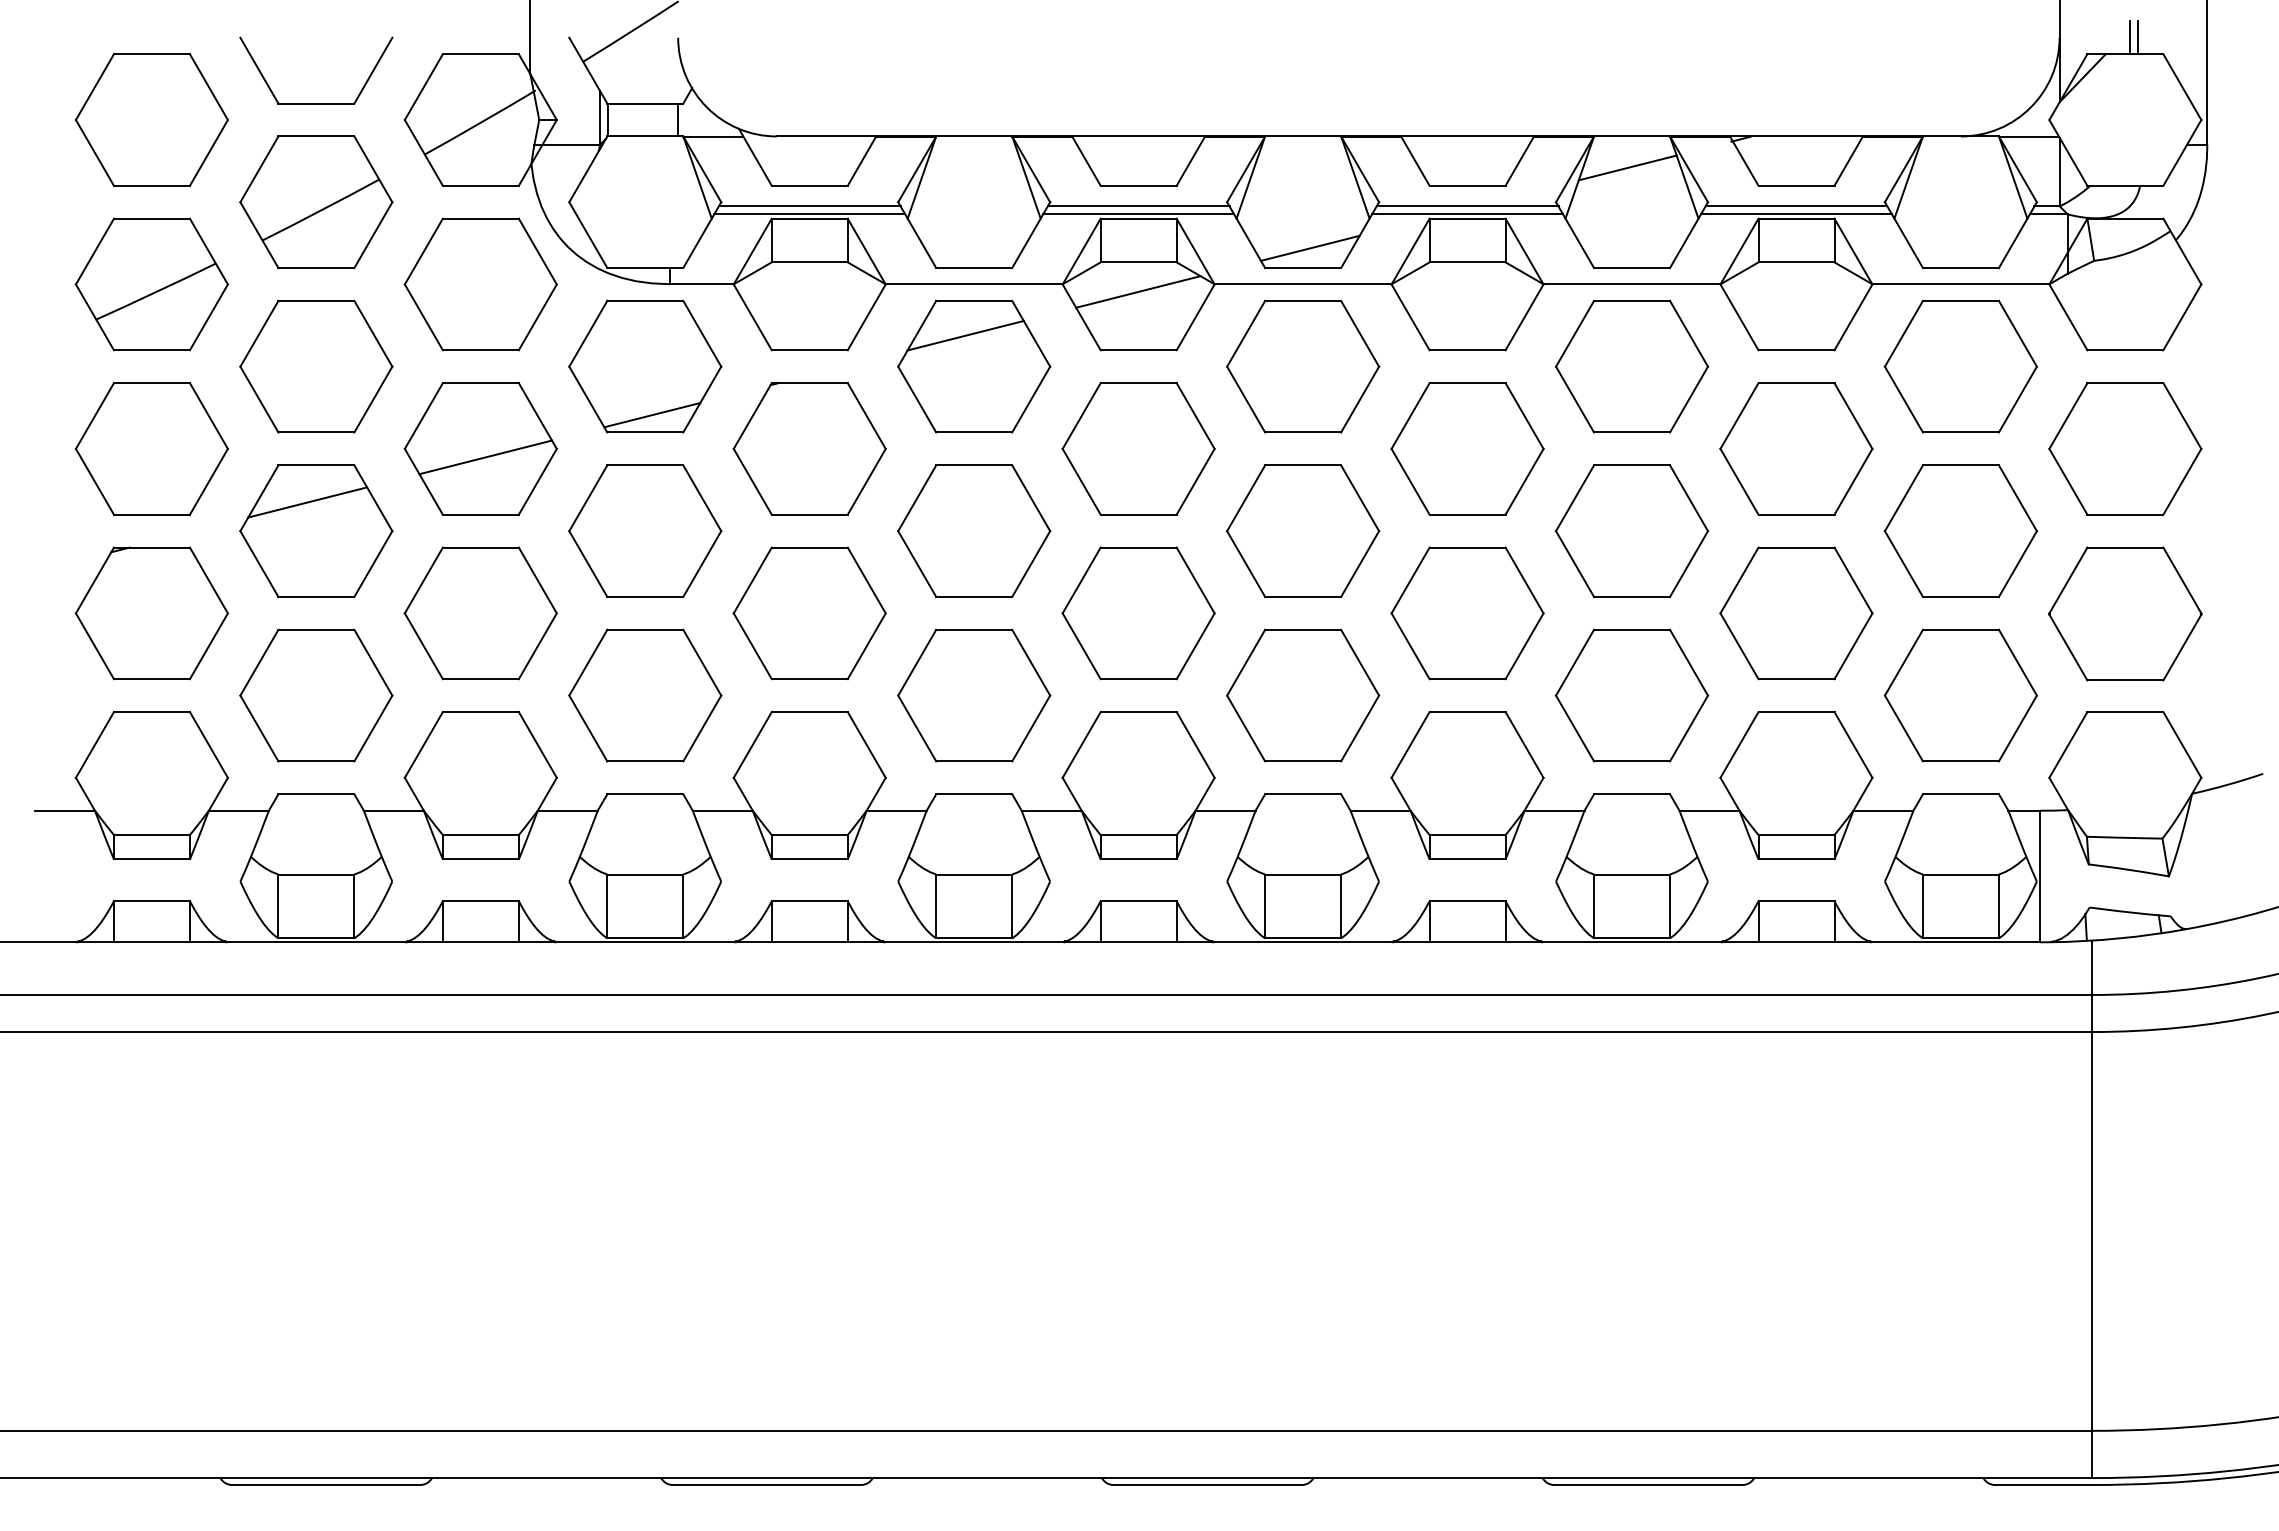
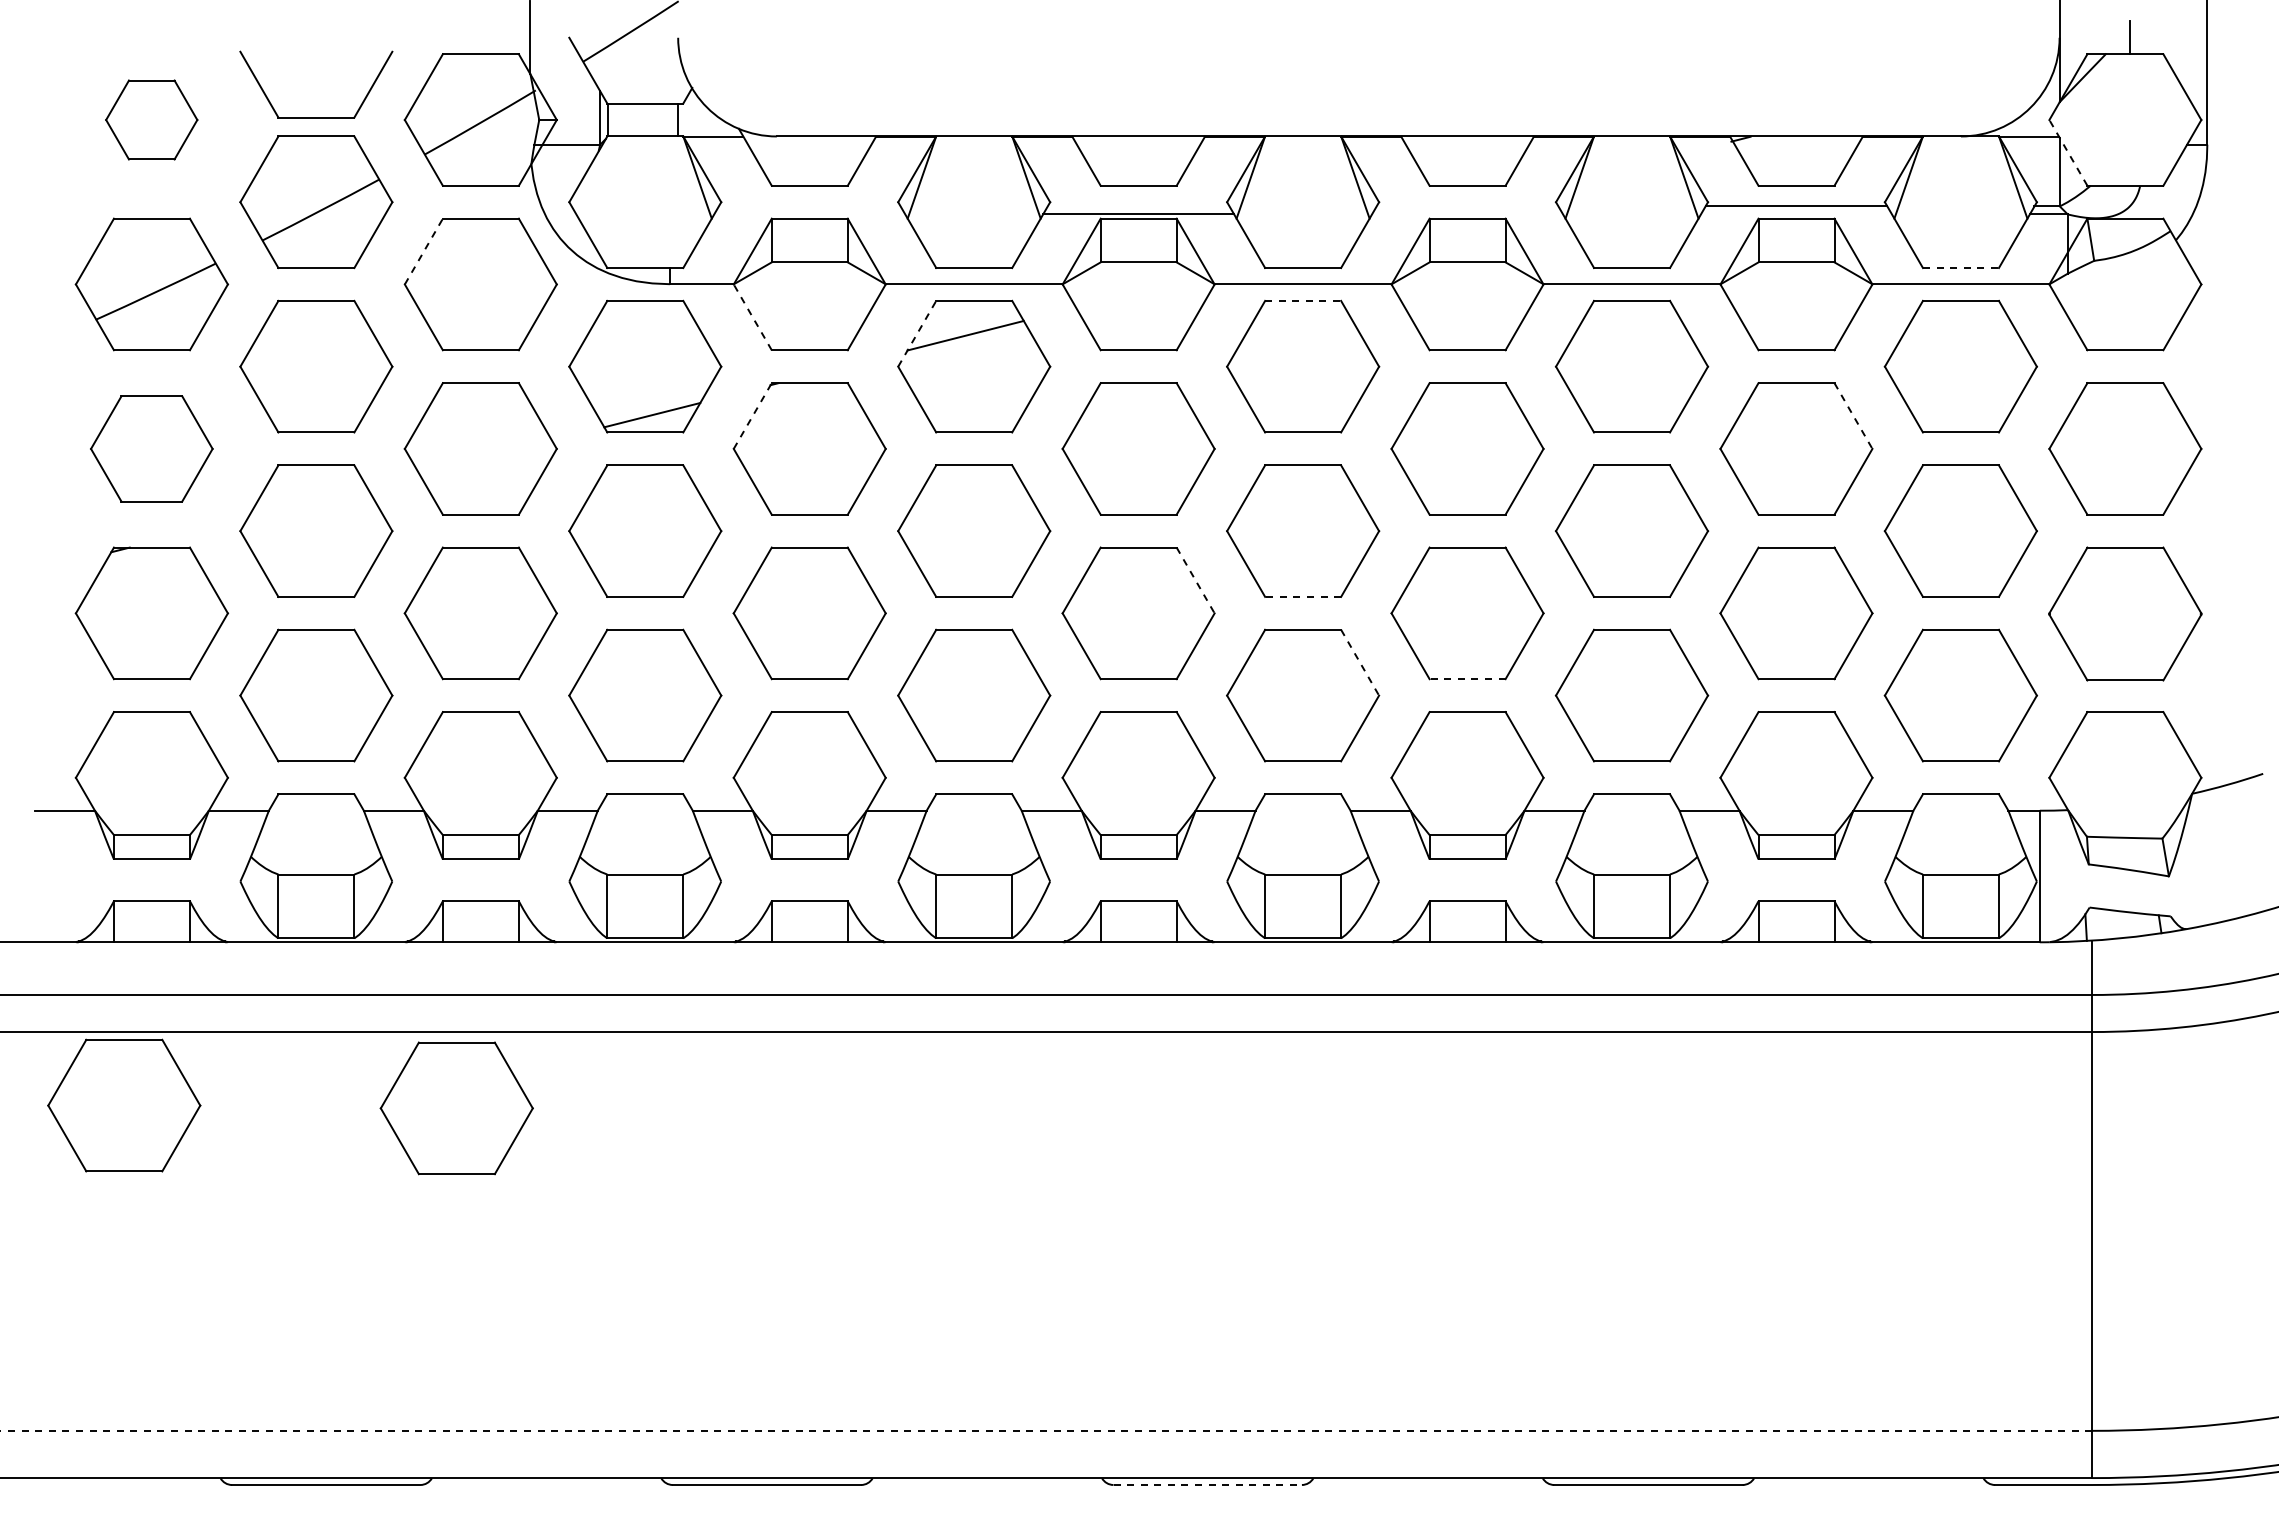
line at (2137, 37): present -> none
part at (316, 103) position: (316, 103) -> (316, 117)
part at (151, 119) size: 155x134 px -> 94x82 px
line at (2068, 152): solid -> dashed
line at (1627, 167): present -> none
line at (809, 206): present -> none
line at (1138, 206): present -> none
line at (1467, 206): present -> none
line at (809, 214): present -> none
line at (1467, 214): present -> none
line at (1796, 214): present -> none
line at (1310, 247): present -> none
line at (423, 251): solid -> dashed
line at (1960, 268): solid -> dashed
line at (1138, 291): present -> none
line at (1303, 300): solid -> dashed
line at (752, 317): solid -> dashed
line at (917, 333): solid -> dashed
line at (752, 416): solid -> dashed
line at (1853, 416): solid -> dashed
part at (151, 448) size: 155x134 px -> 124x108 px
line at (485, 457): present -> none
line at (307, 502): present -> none
line at (1195, 580): solid -> dashed
line at (1303, 596): solid -> dashed
line at (1360, 662): solid -> dashed
line at (1467, 679): solid -> dashed
part at (124, 1105): none -> present
part at (456, 1108): none -> present
line at (1046, 1430): solid -> dashed
line at (1208, 1484): solid -> dashed
